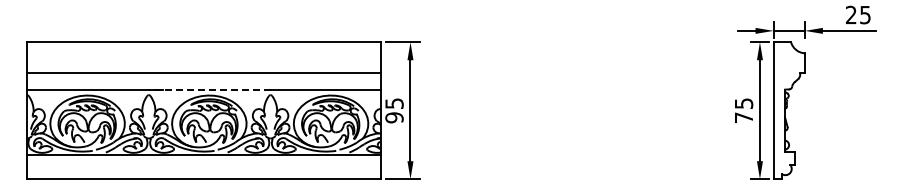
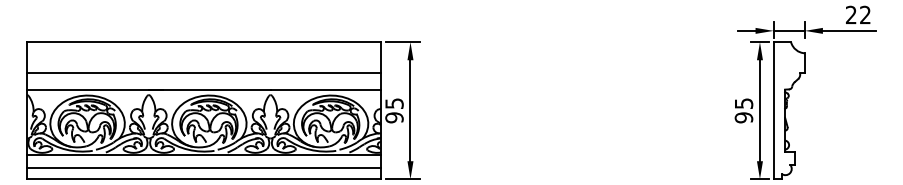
text at (865, 14): 25 -> 22
line at (209, 89): dashed -> solid
text at (743, 117): 75 -> 95
line at (204, 167): none -> present
